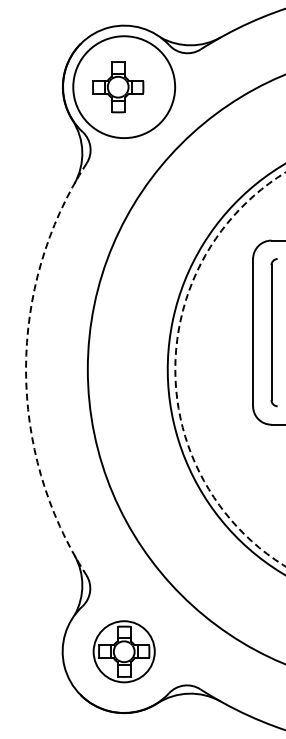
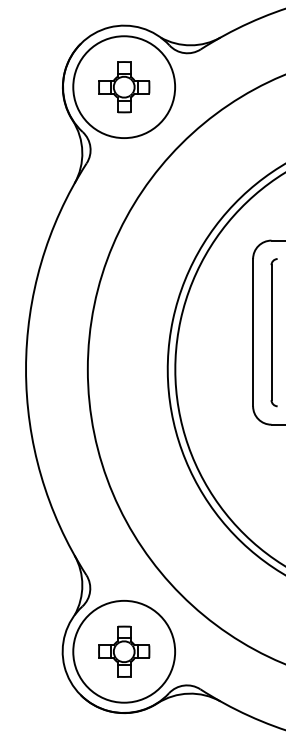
part at (118, 87) position: (118, 87) -> (124, 87)
arc at (26, 369): dashed -> solid
arc at (175, 369): dashed -> solid
circle at (123, 651) diameter: 61 px -> 102 px
